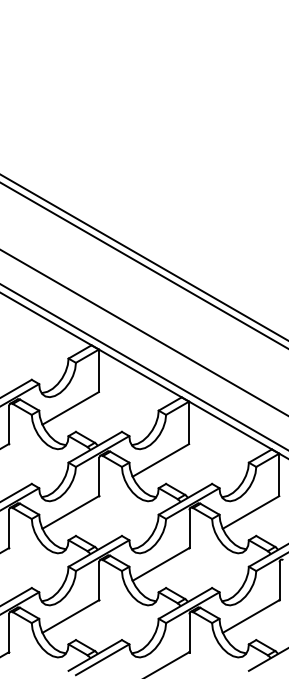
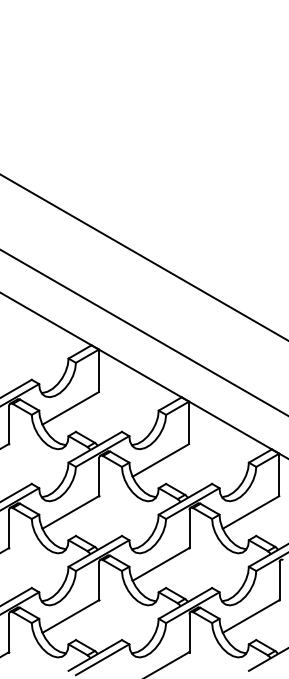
line at (143, 265): present -> none
line at (143, 366): present -> none
